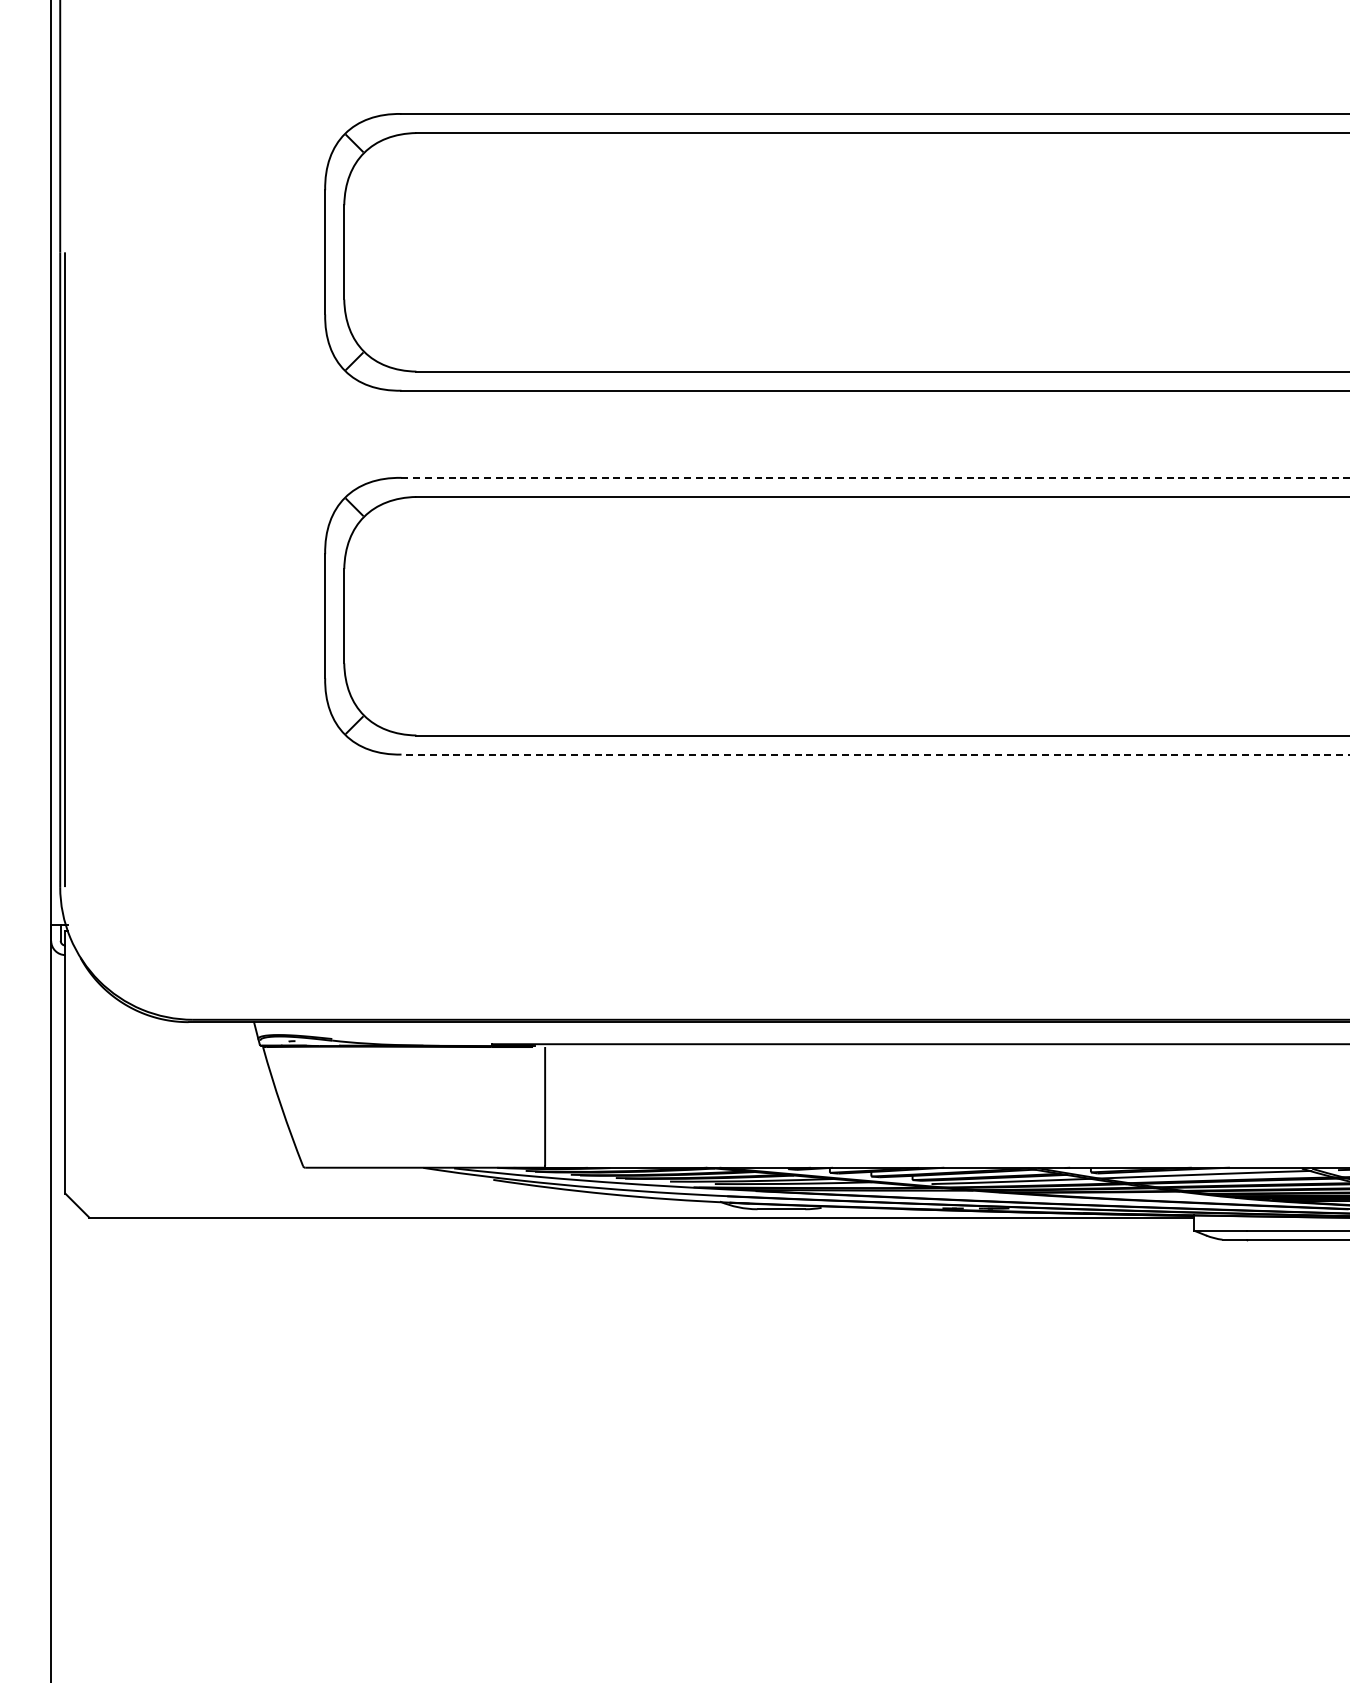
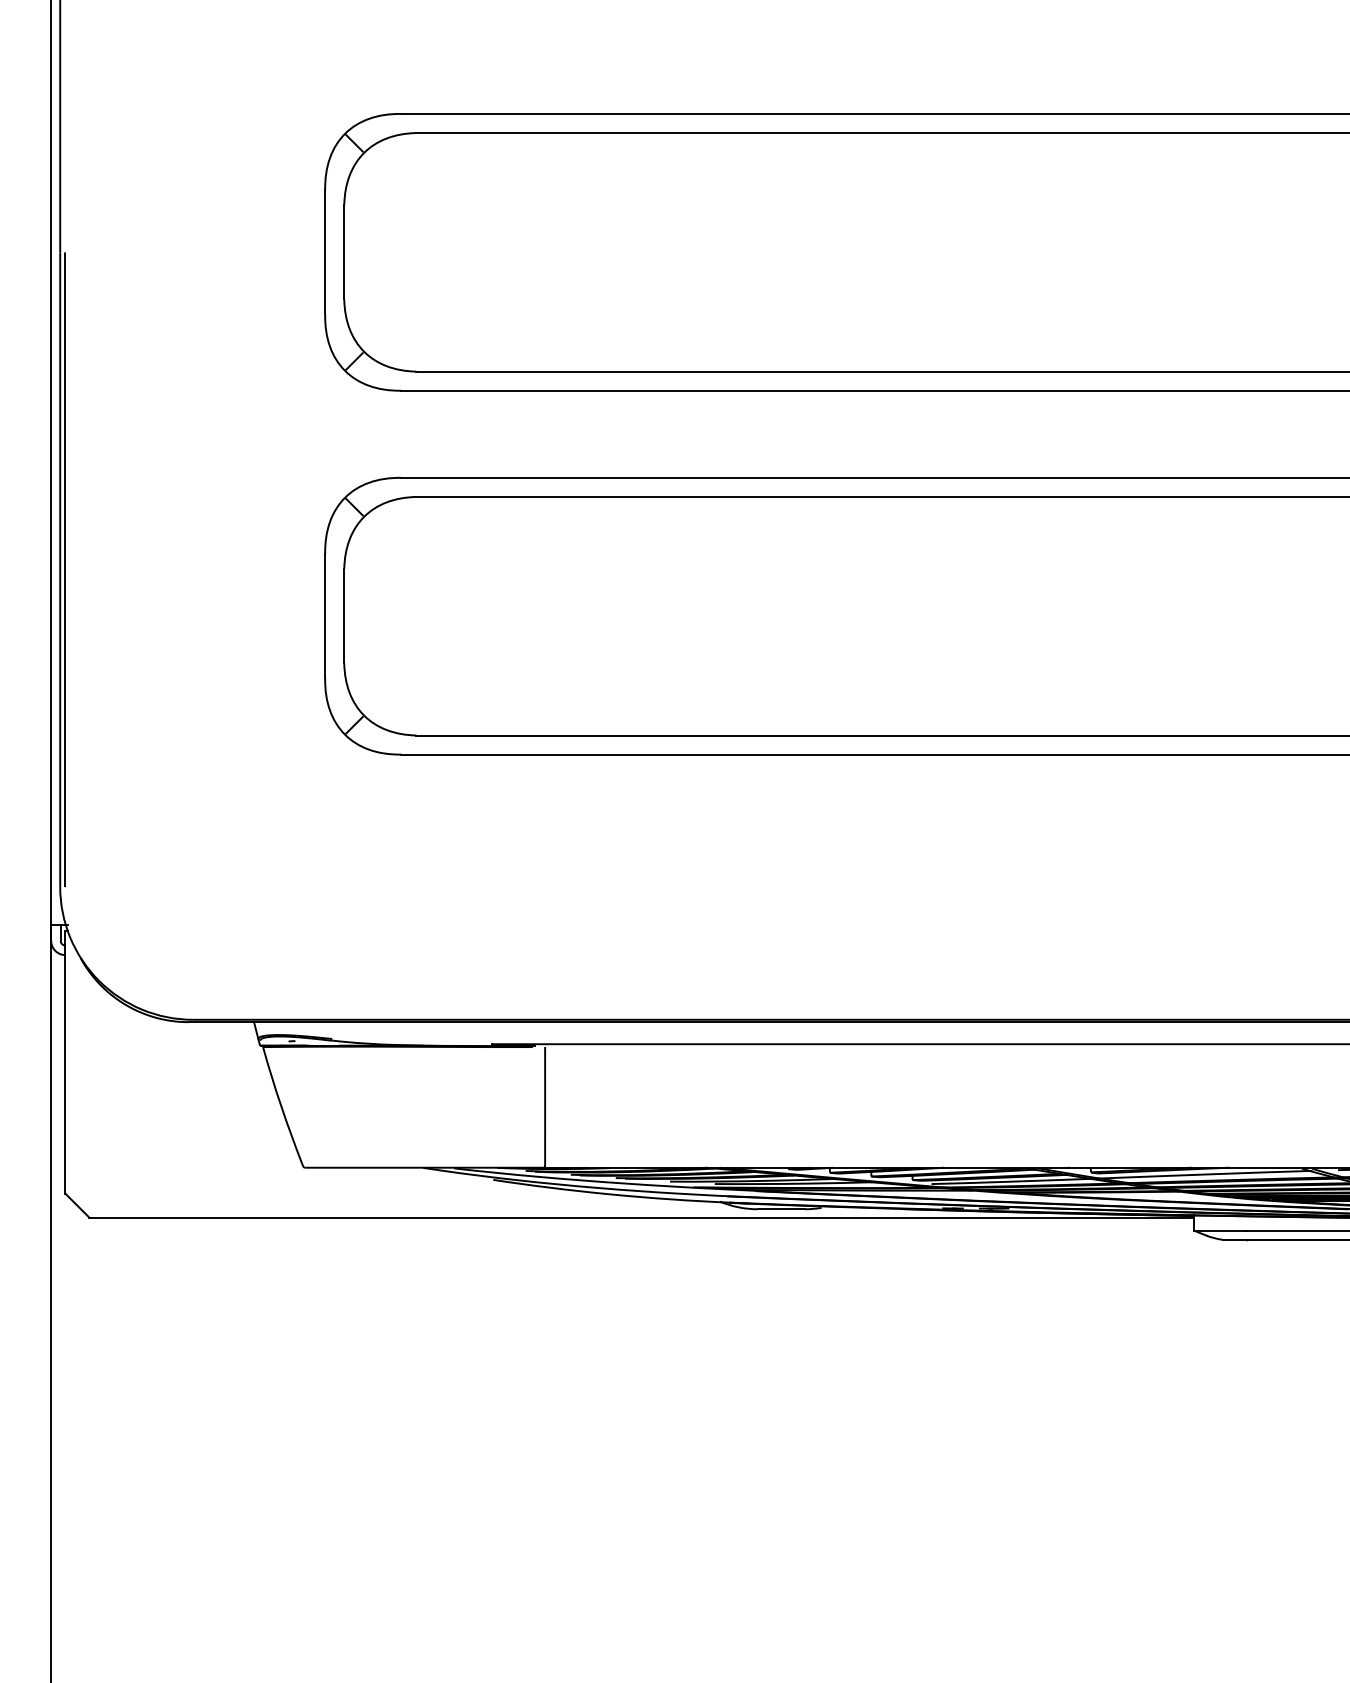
line at (875, 477): dashed -> solid
line at (875, 754): dashed -> solid
